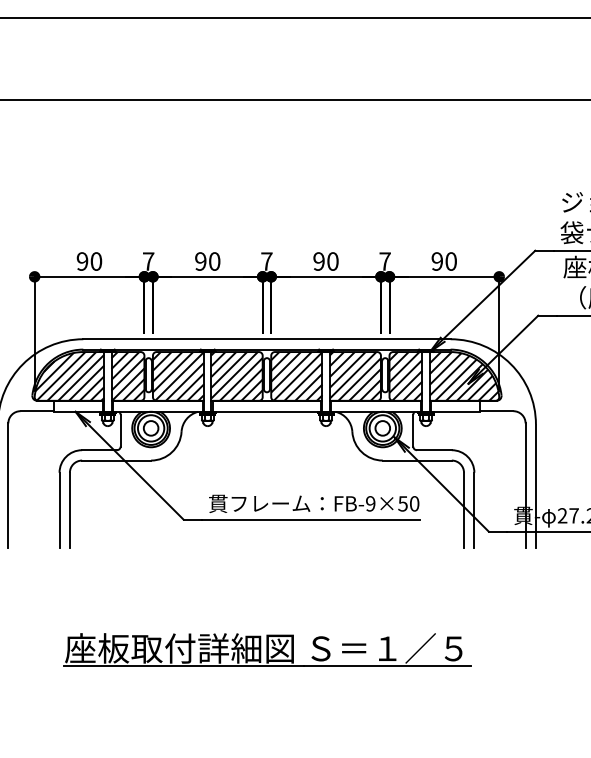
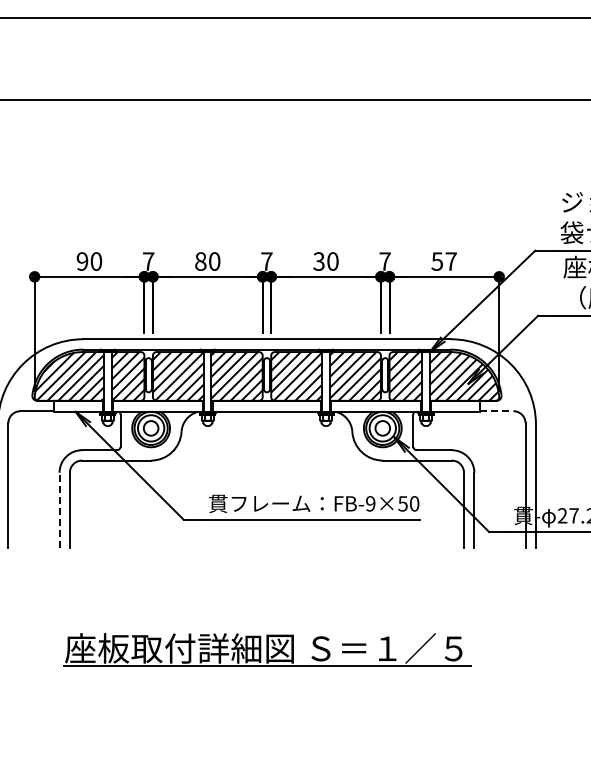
text at (200, 261): 90 -> 80
text at (318, 261): 90 -> 30
text at (443, 261): 90 -> 57
line at (496, 411): solid -> dashed
line at (59, 510): solid -> dashed
